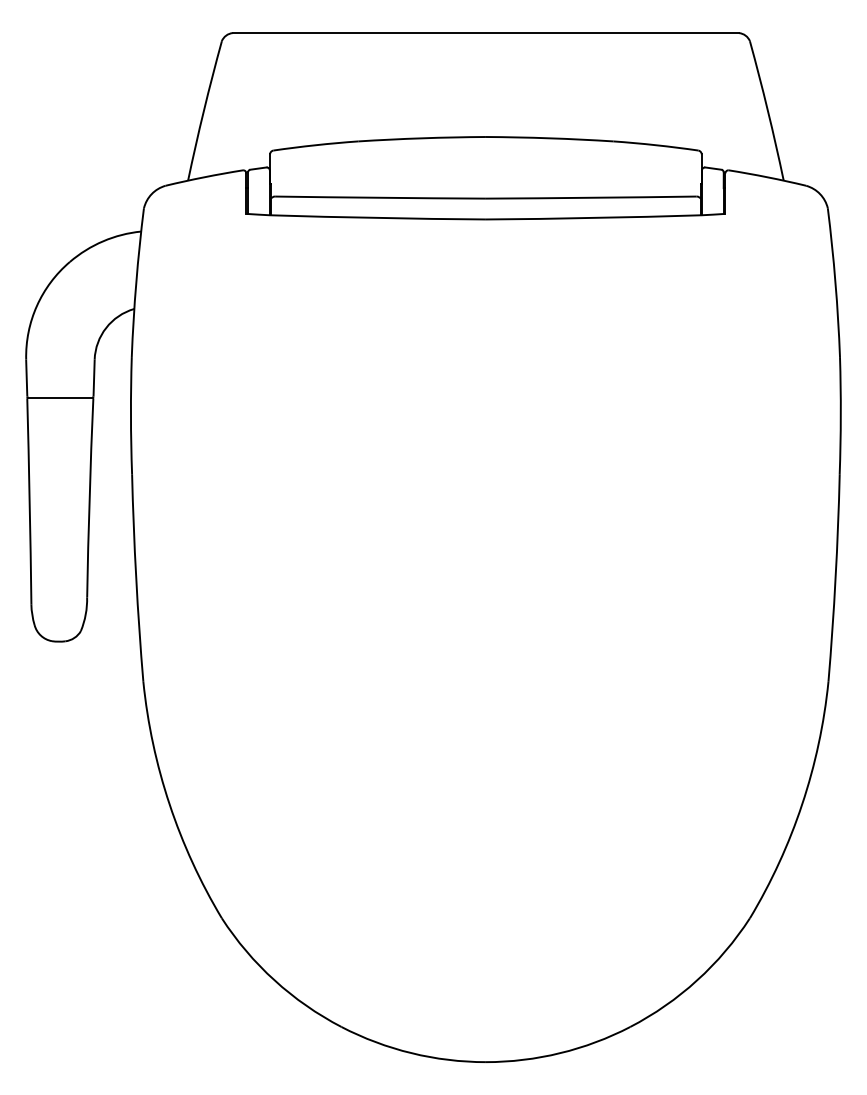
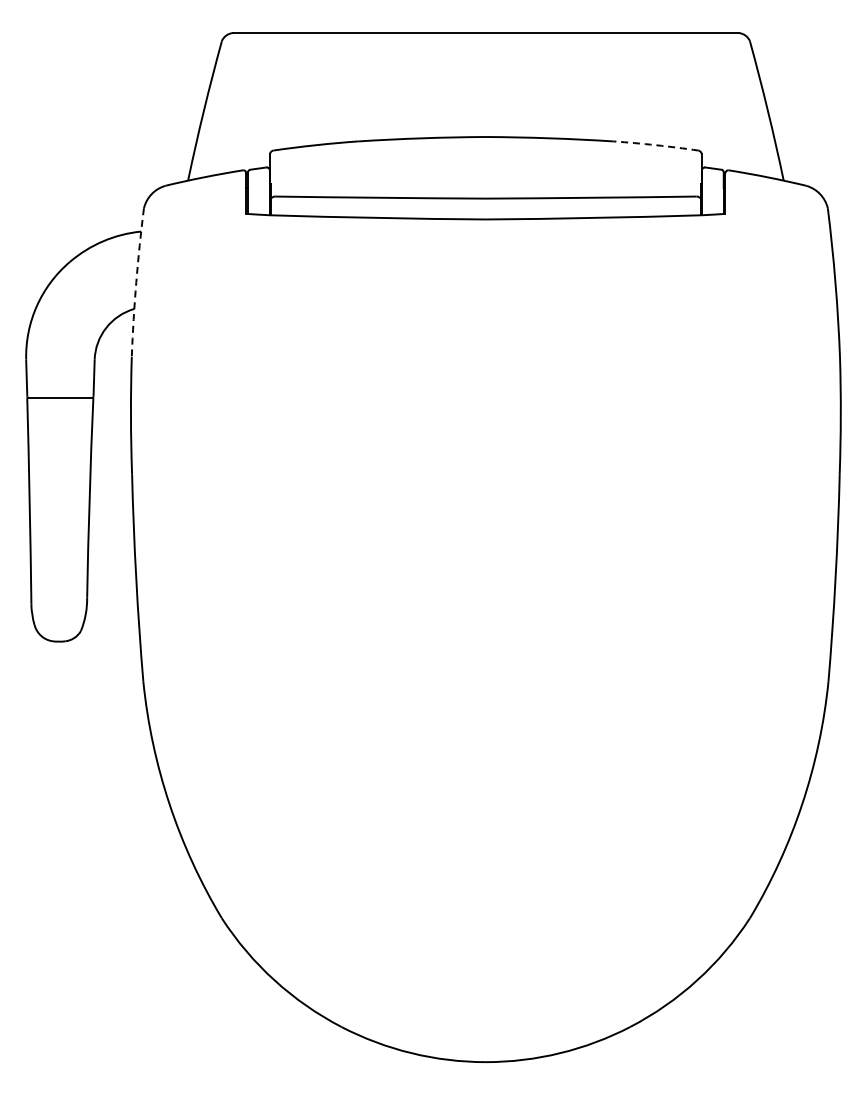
arc at (656, 145): solid -> dashed
arc at (136, 282): solid -> dashed
